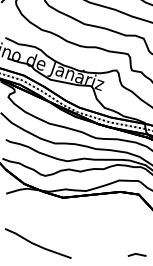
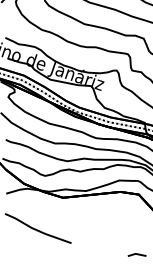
line at (37, 244) position: (37, 244) -> (37, 229)
